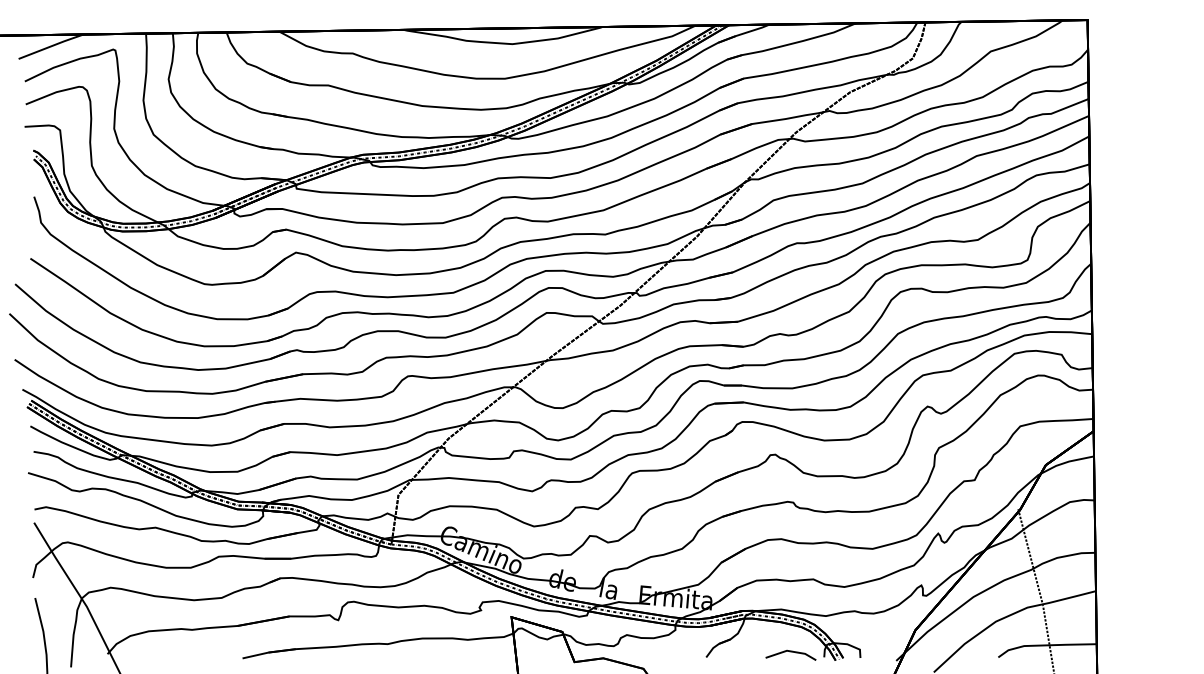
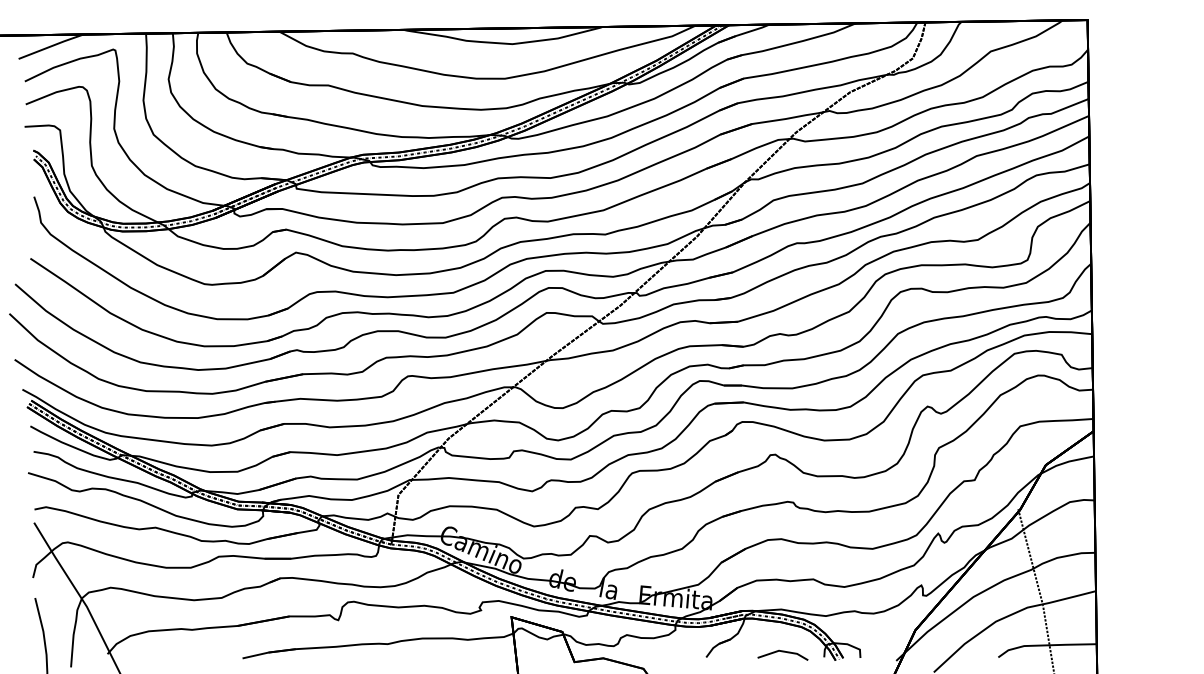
line at (790, 652) position: (790, 652) -> (782, 652)
